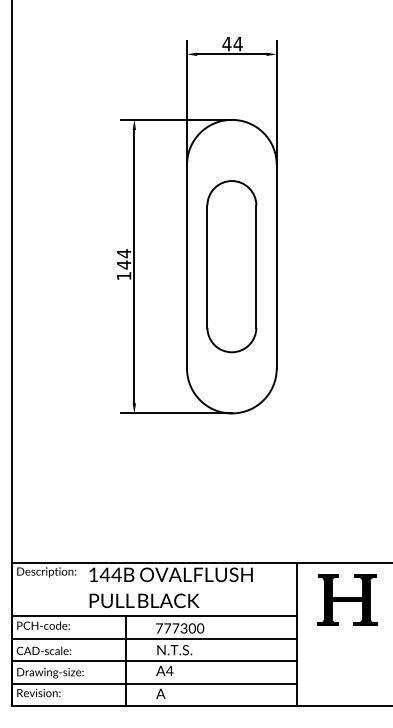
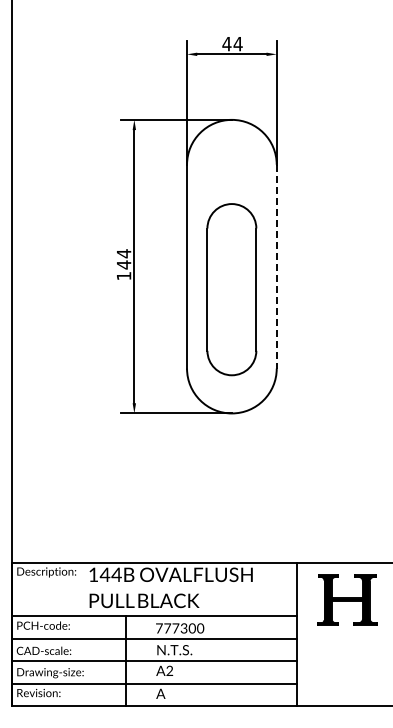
part at (231, 266) position: (231, 266) -> (231, 289)
line at (276, 266): solid -> dashed
text at (169, 670): A4 -> A2
